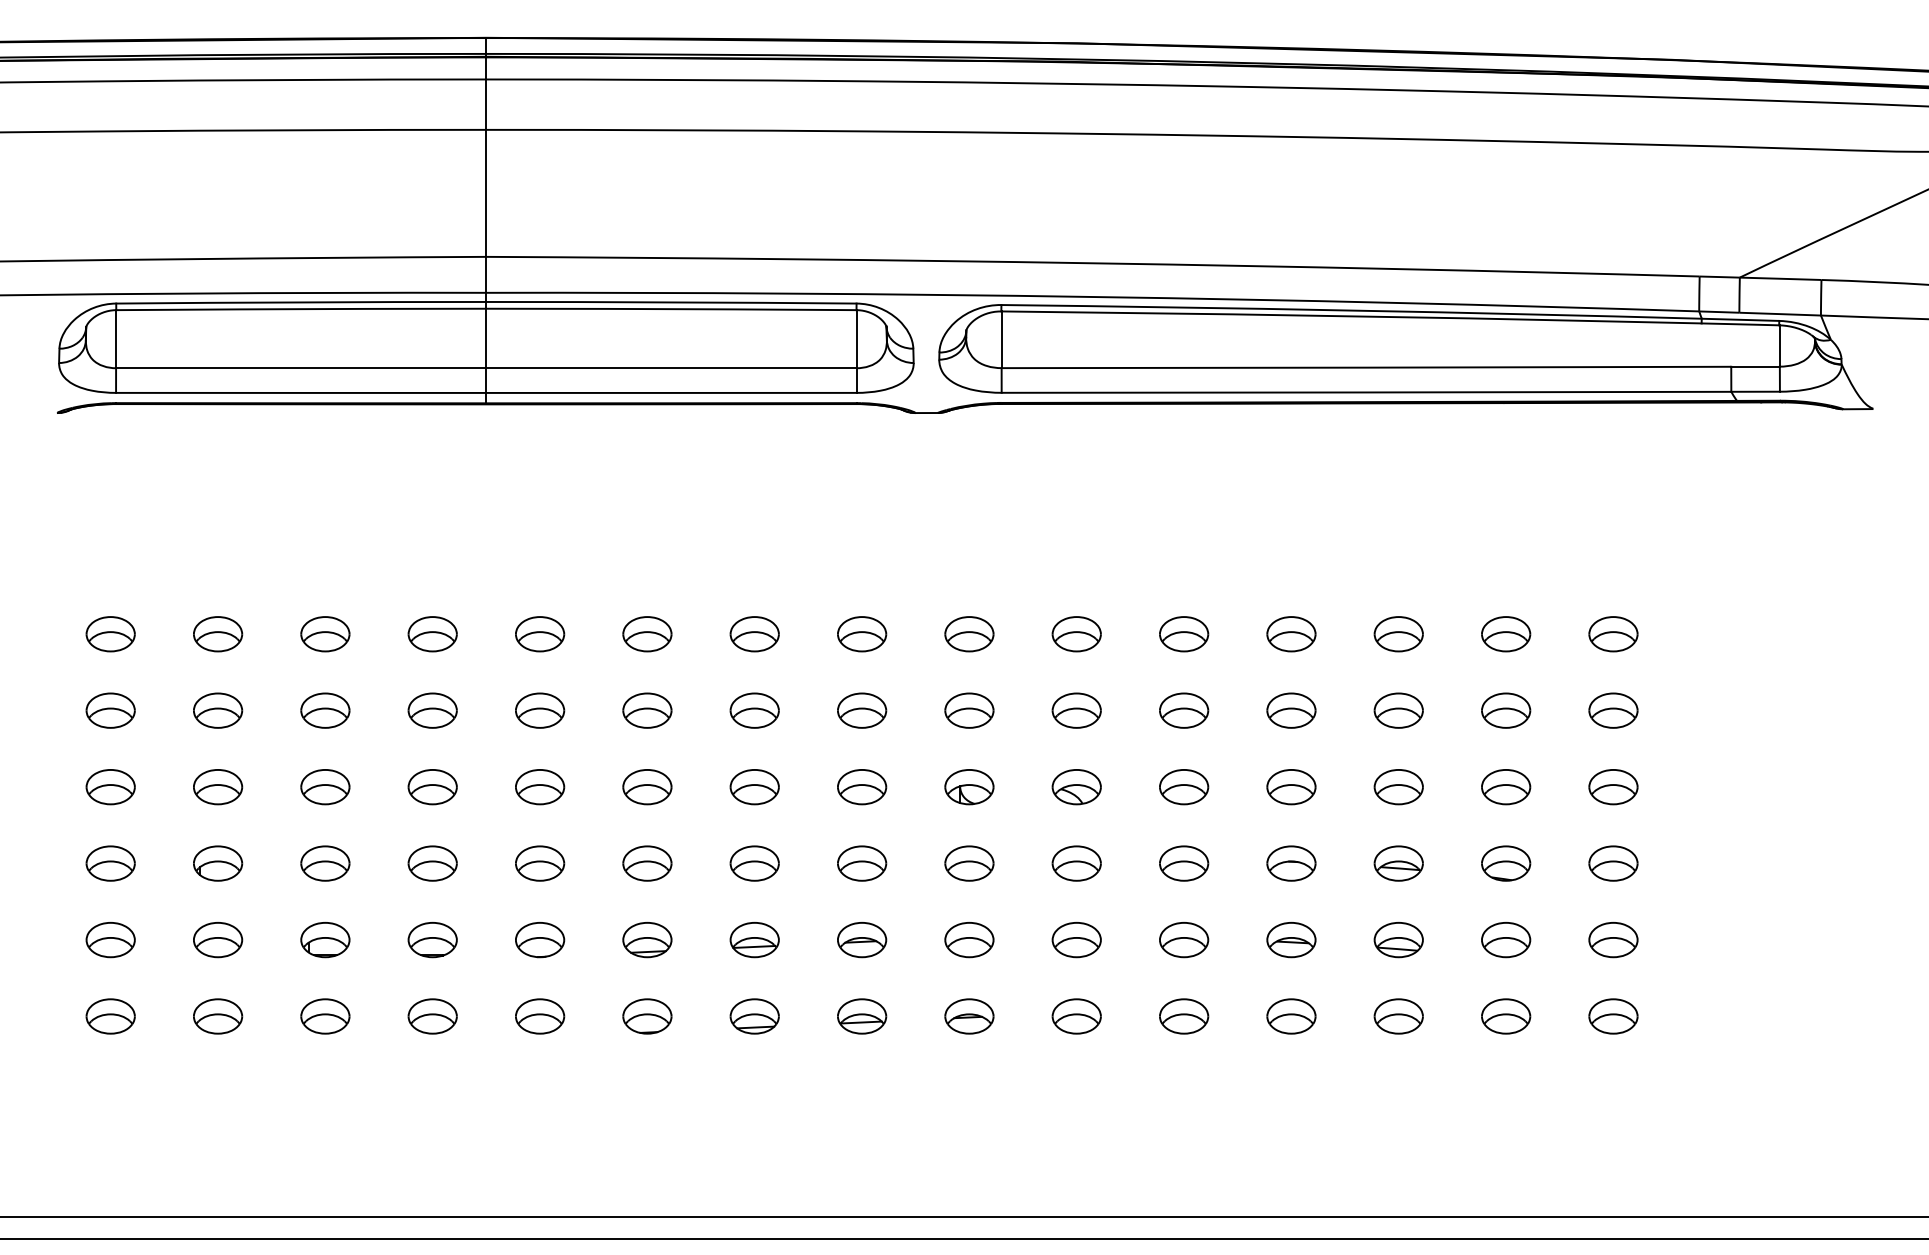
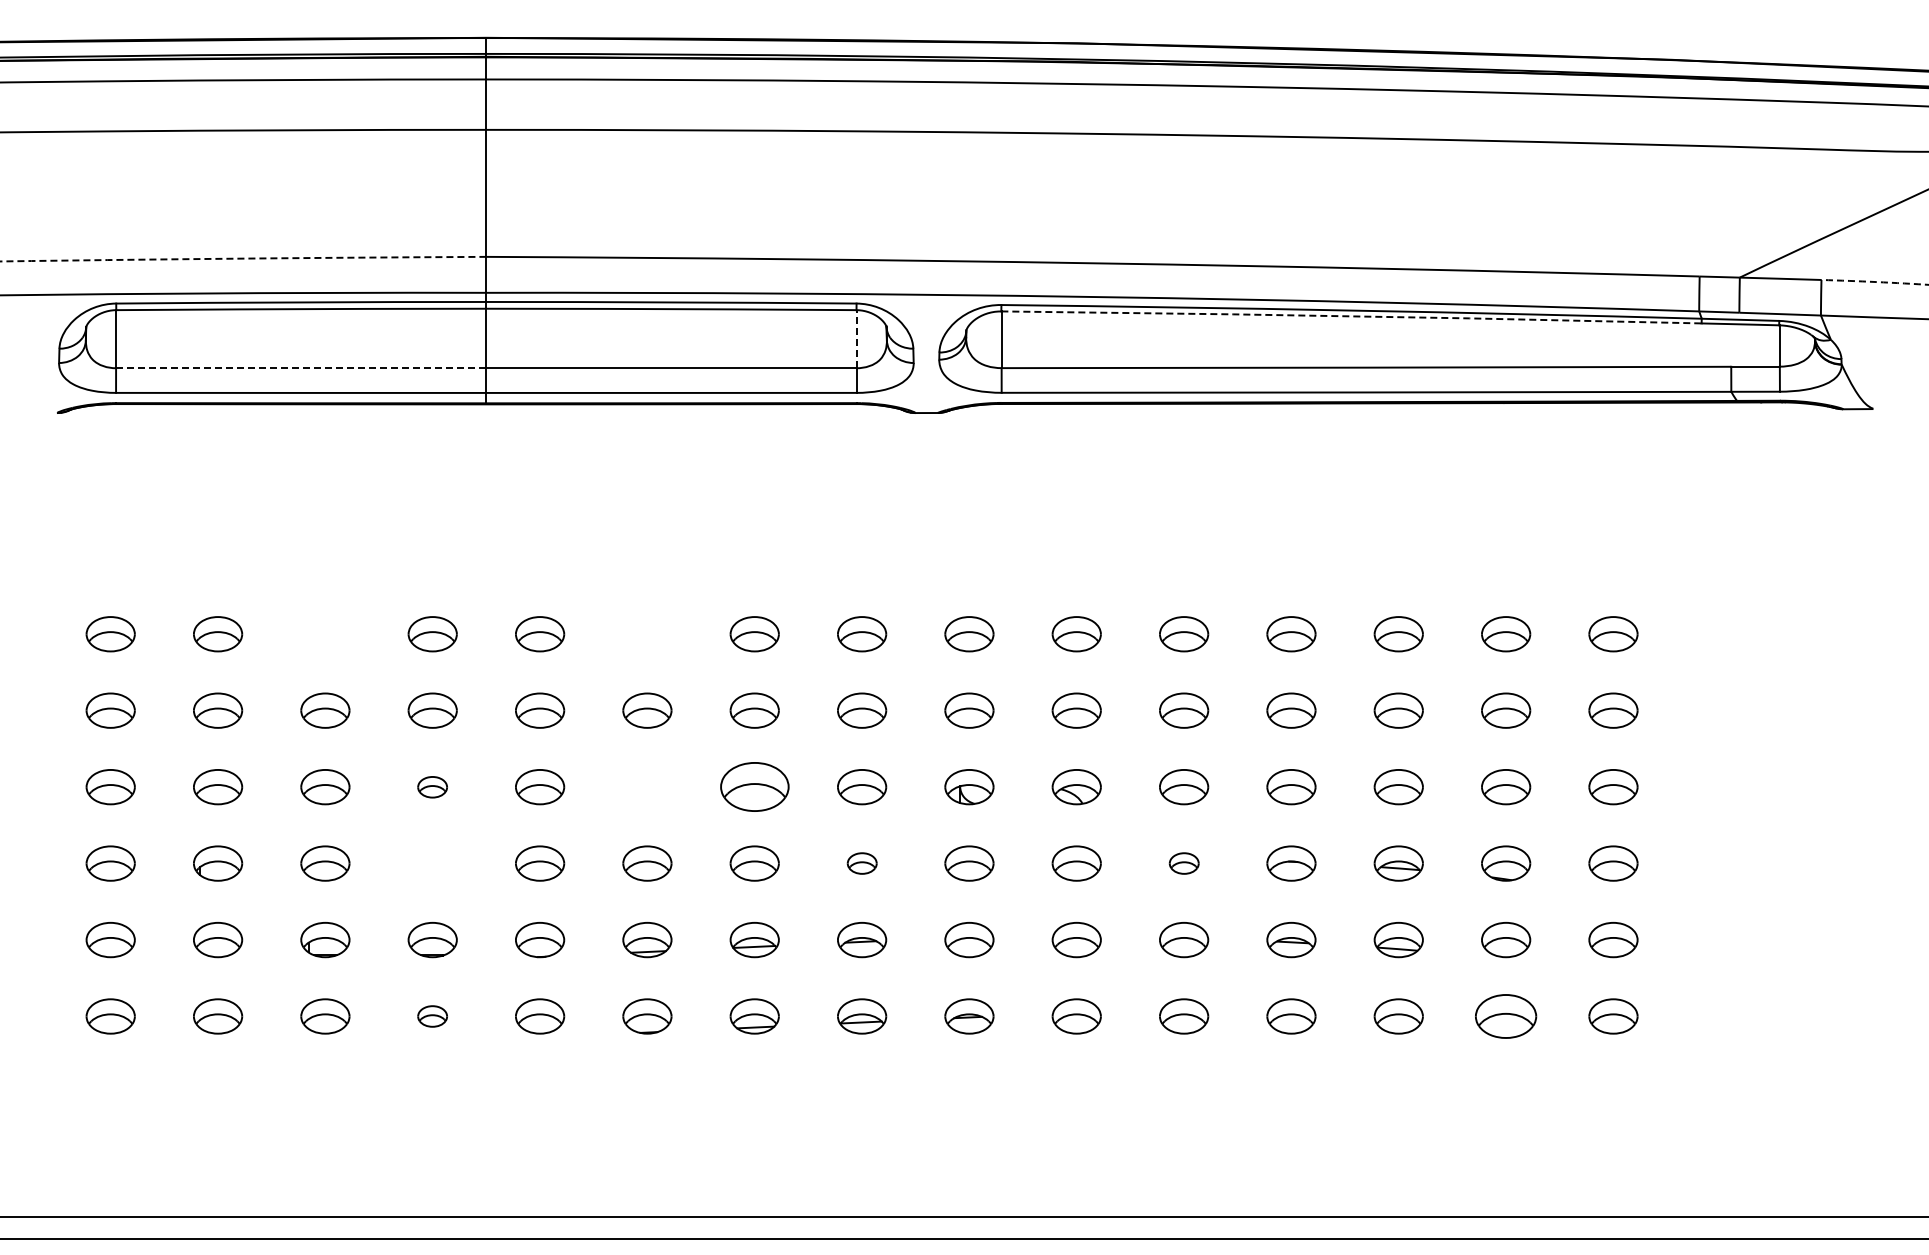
arc at (242, 258): solid -> dashed
arc at (1875, 282): solid -> dashed
line at (1351, 316): solid -> dashed
line at (856, 338): solid -> dashed
line at (300, 368): solid -> dashed
part at (325, 634): present -> none
part at (647, 634): present -> none
part at (432, 787) size: 51x37 px -> 31x23 px
part at (647, 787): present -> none
part at (754, 787) size: 51x37 px -> 70x50 px
part at (432, 863): present -> none
part at (862, 863) size: 51x37 px -> 32x23 px
part at (1184, 863) size: 51x37 px -> 32x23 px
part at (432, 1016) size: 51x37 px -> 31x23 px
part at (1506, 1016) size: 51x37 px -> 63x45 px
